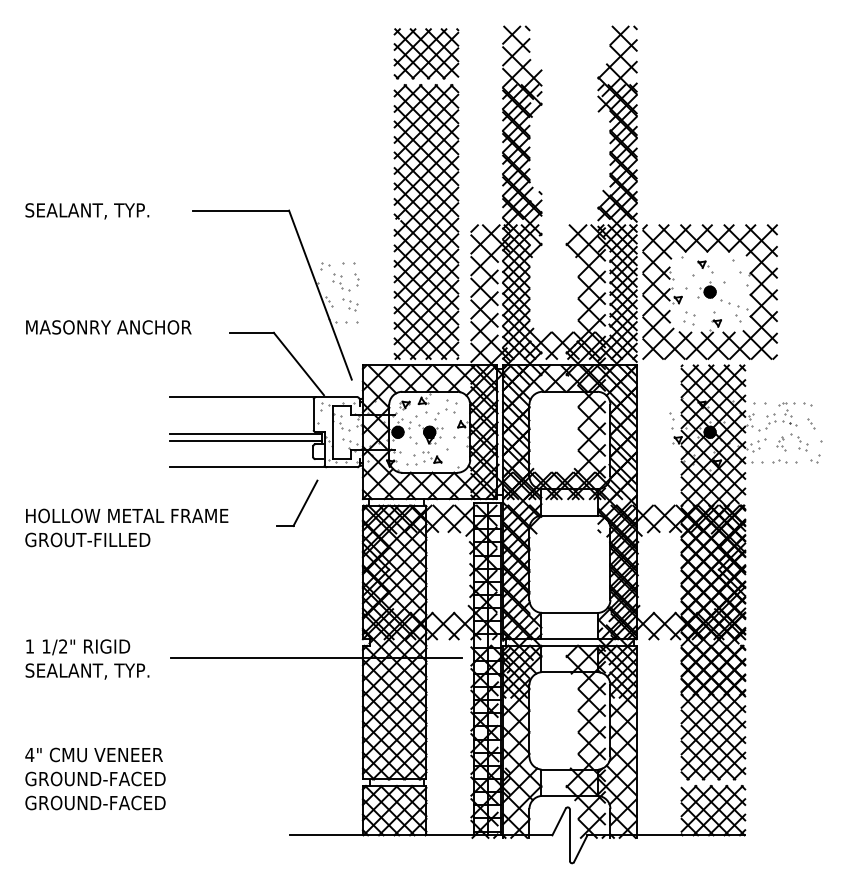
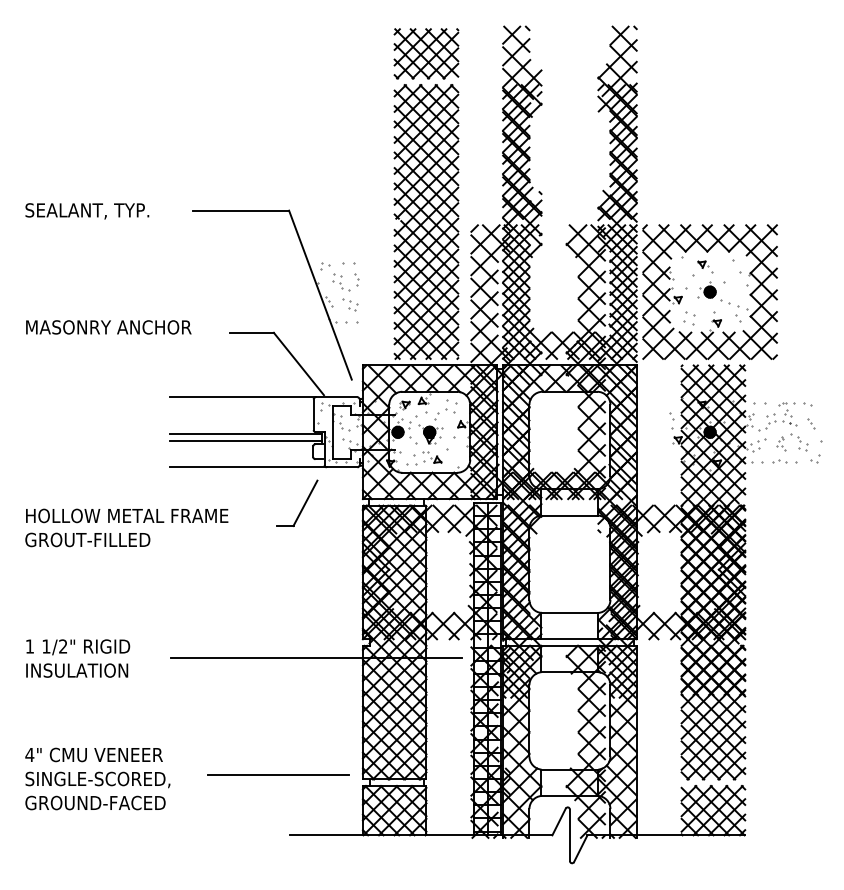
text at (87, 671): SEALANT, TYP. -> INSULATION
line at (278, 775): none -> present
text at (97, 779): GROUND-FACED -> SINGLE-SCORED,
